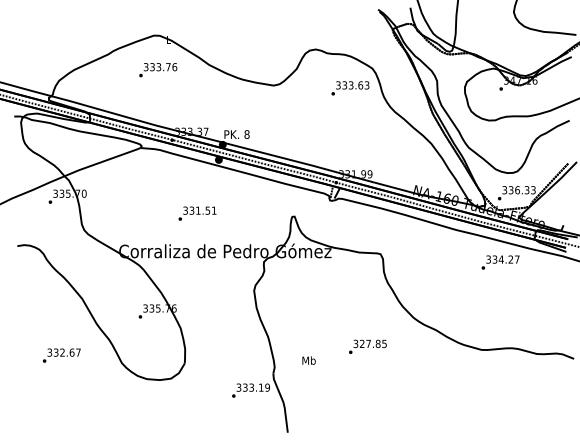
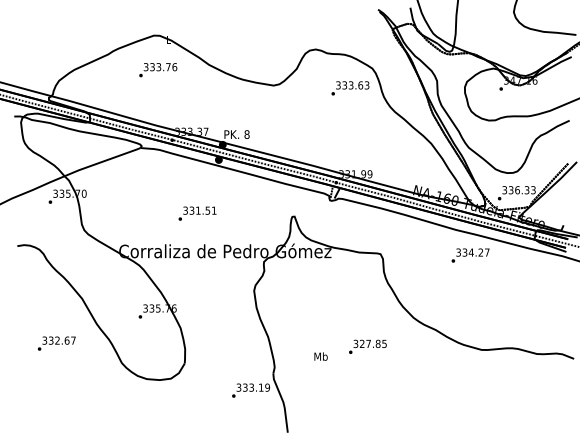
text at (500, 262) position: (500, 262) -> (470, 255)
text at (61, 355) position: (61, 355) -> (56, 343)
text at (308, 360) position: (308, 360) -> (320, 356)
